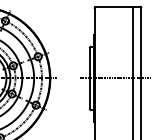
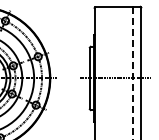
line at (133, 73): solid -> dashed
